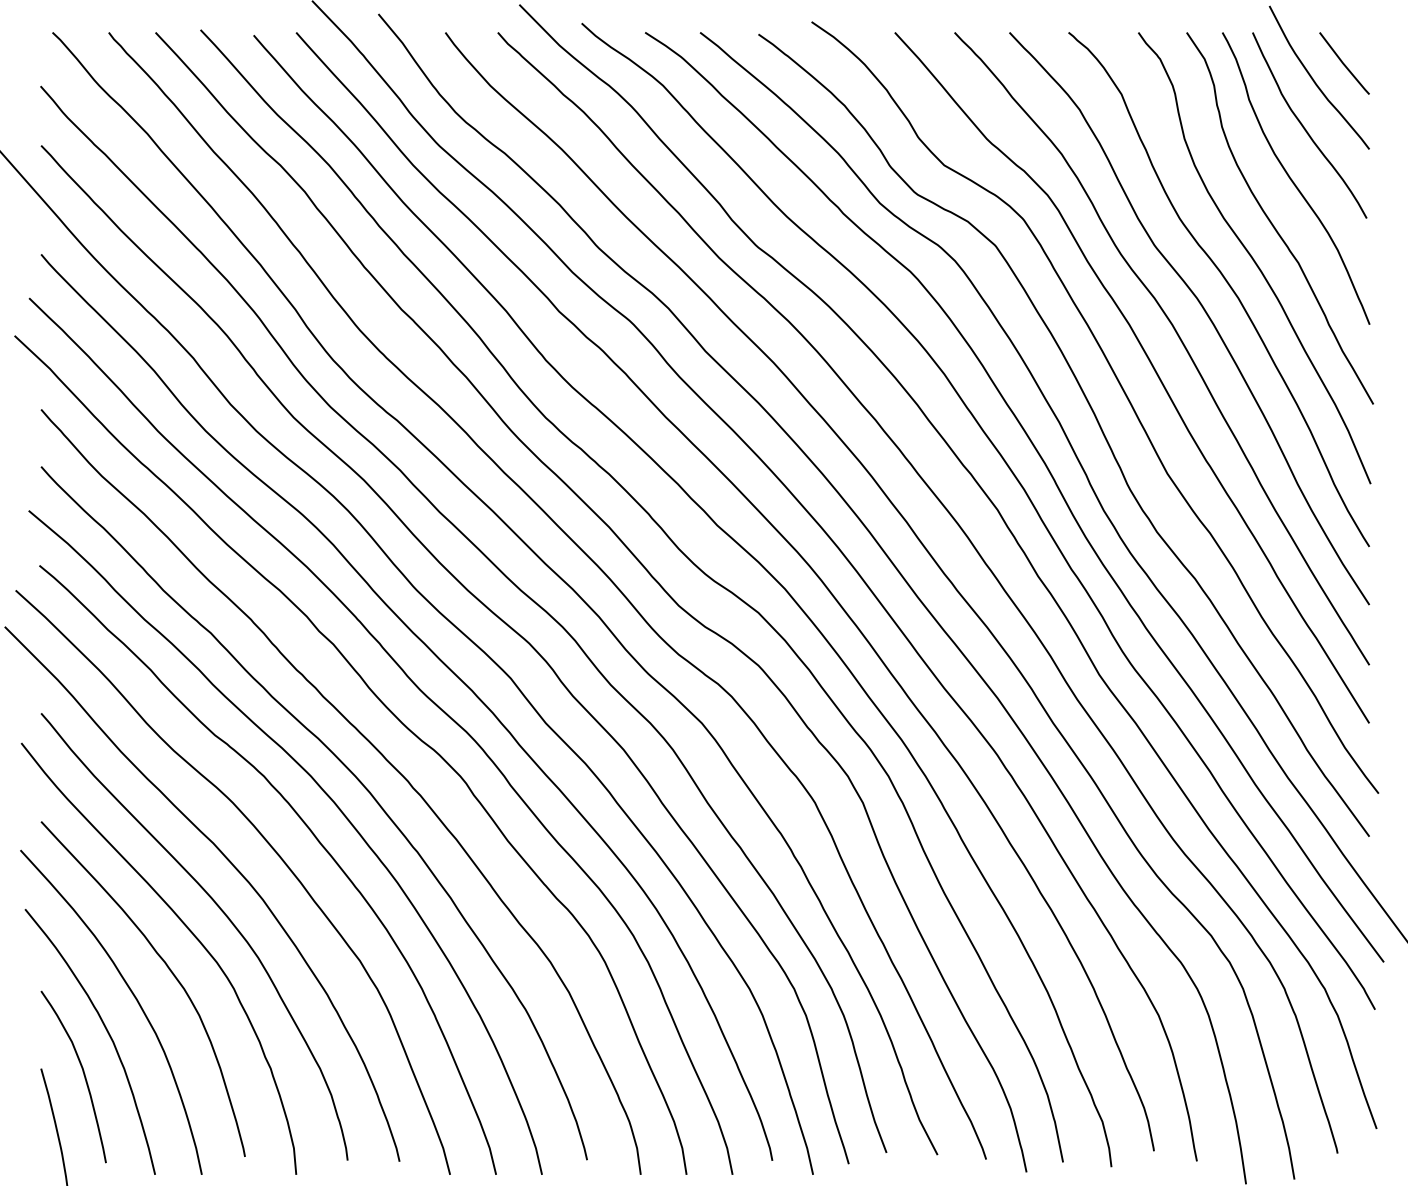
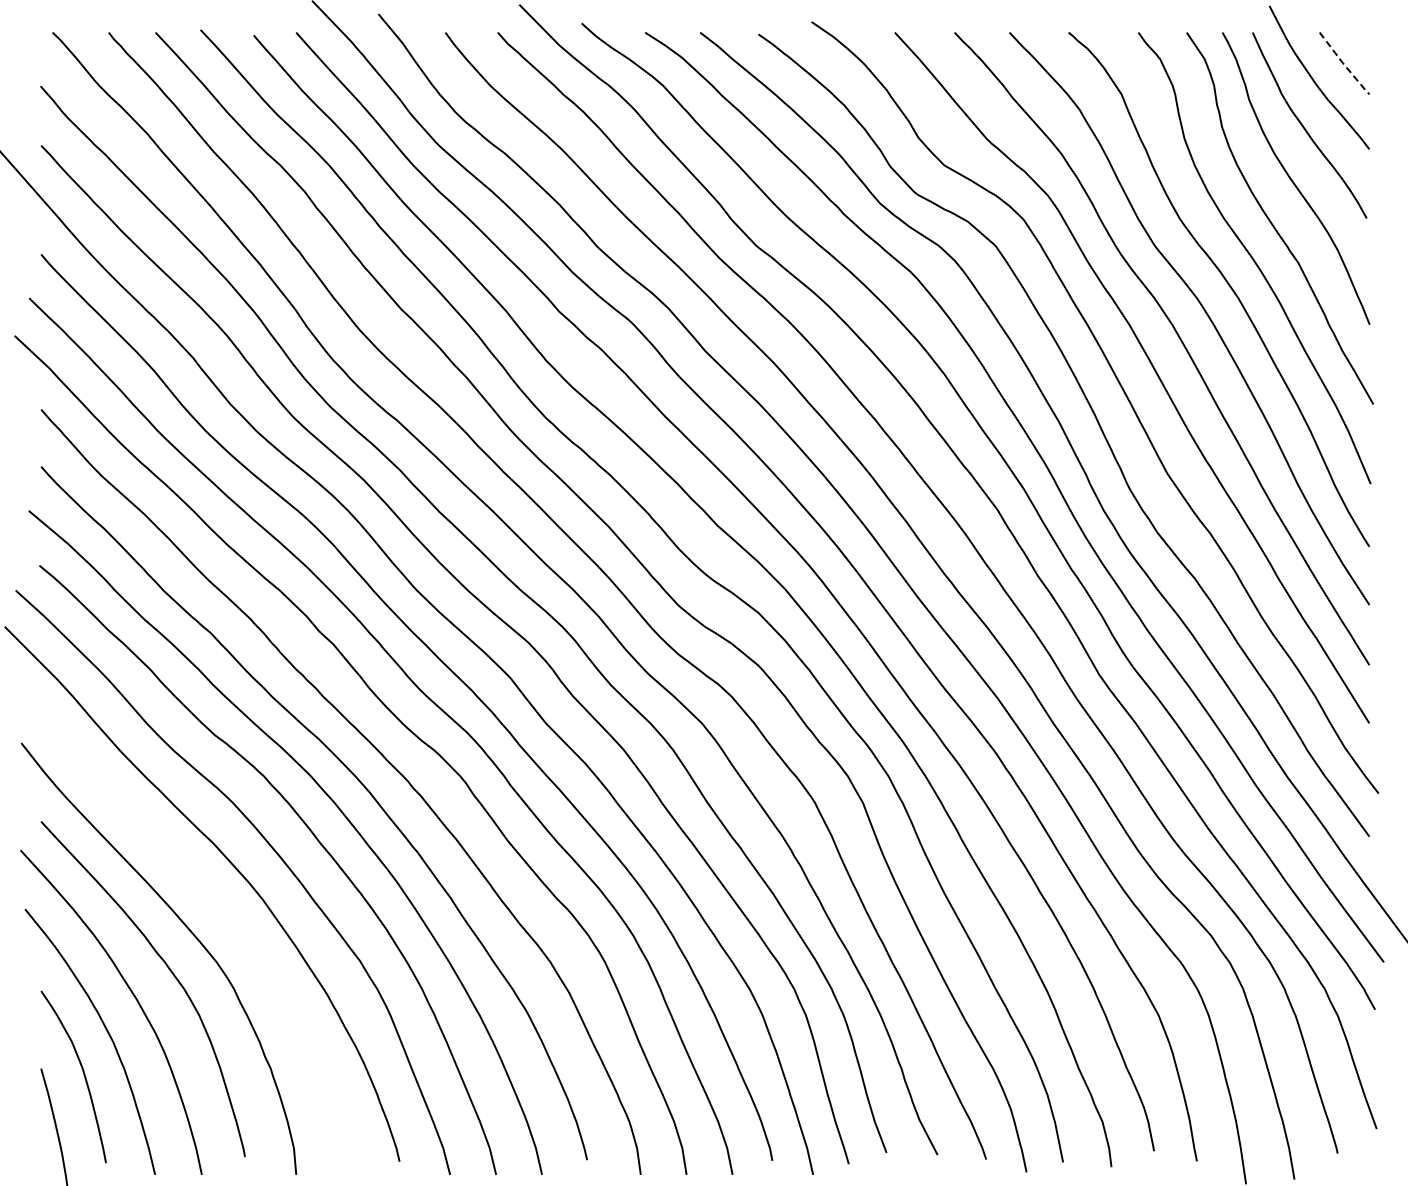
line at (1344, 64): solid -> dashed
curve at (220, 910): present -> none
